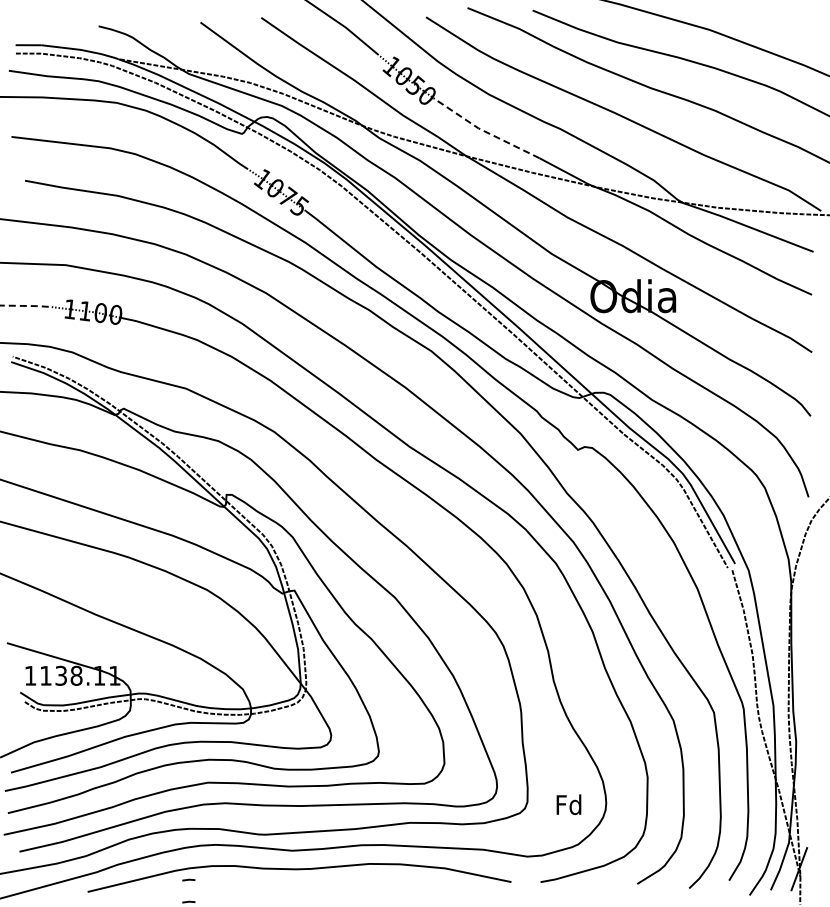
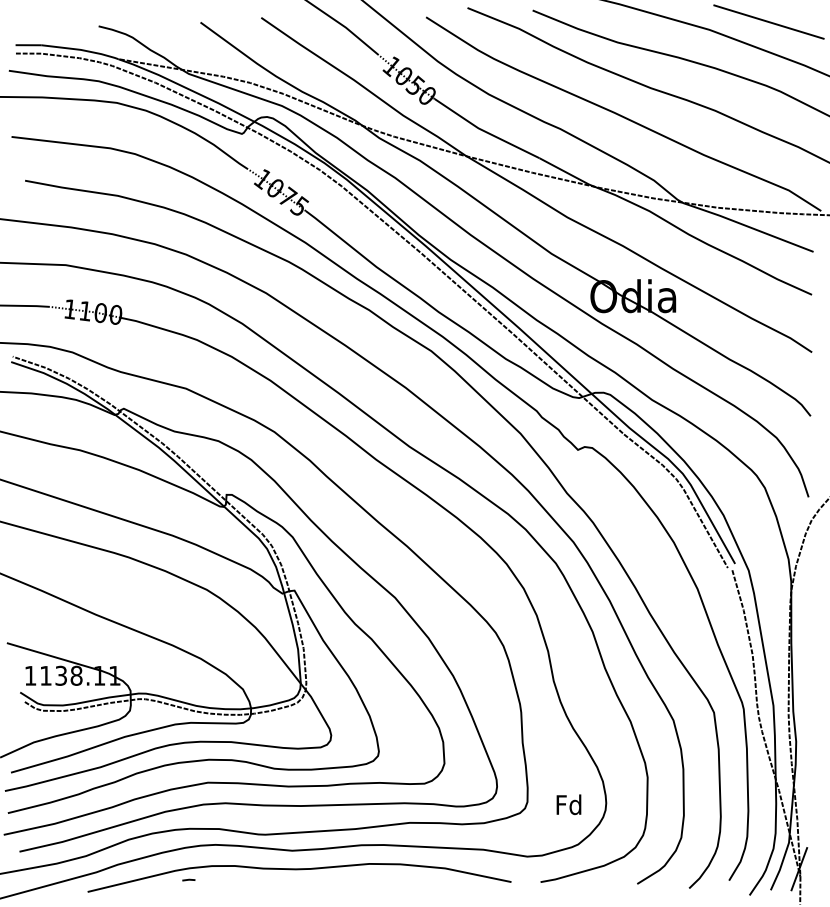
line at (768, 21): none -> present
line at (484, 131): dashed -> solid
line at (25, 305): dashed -> solid
line at (188, 901): present -> none
